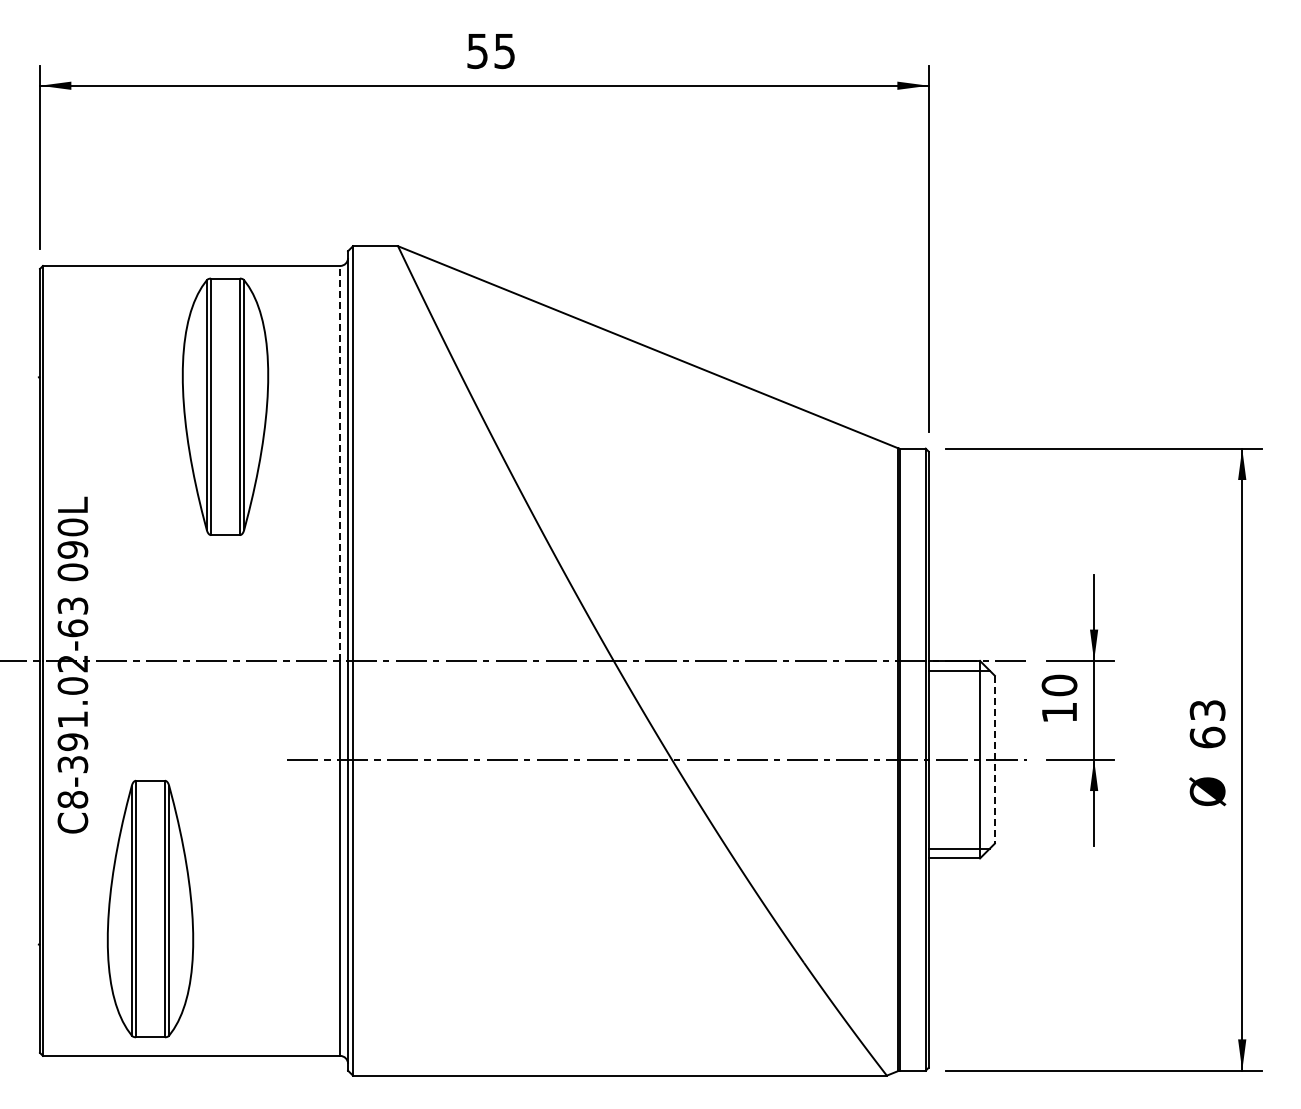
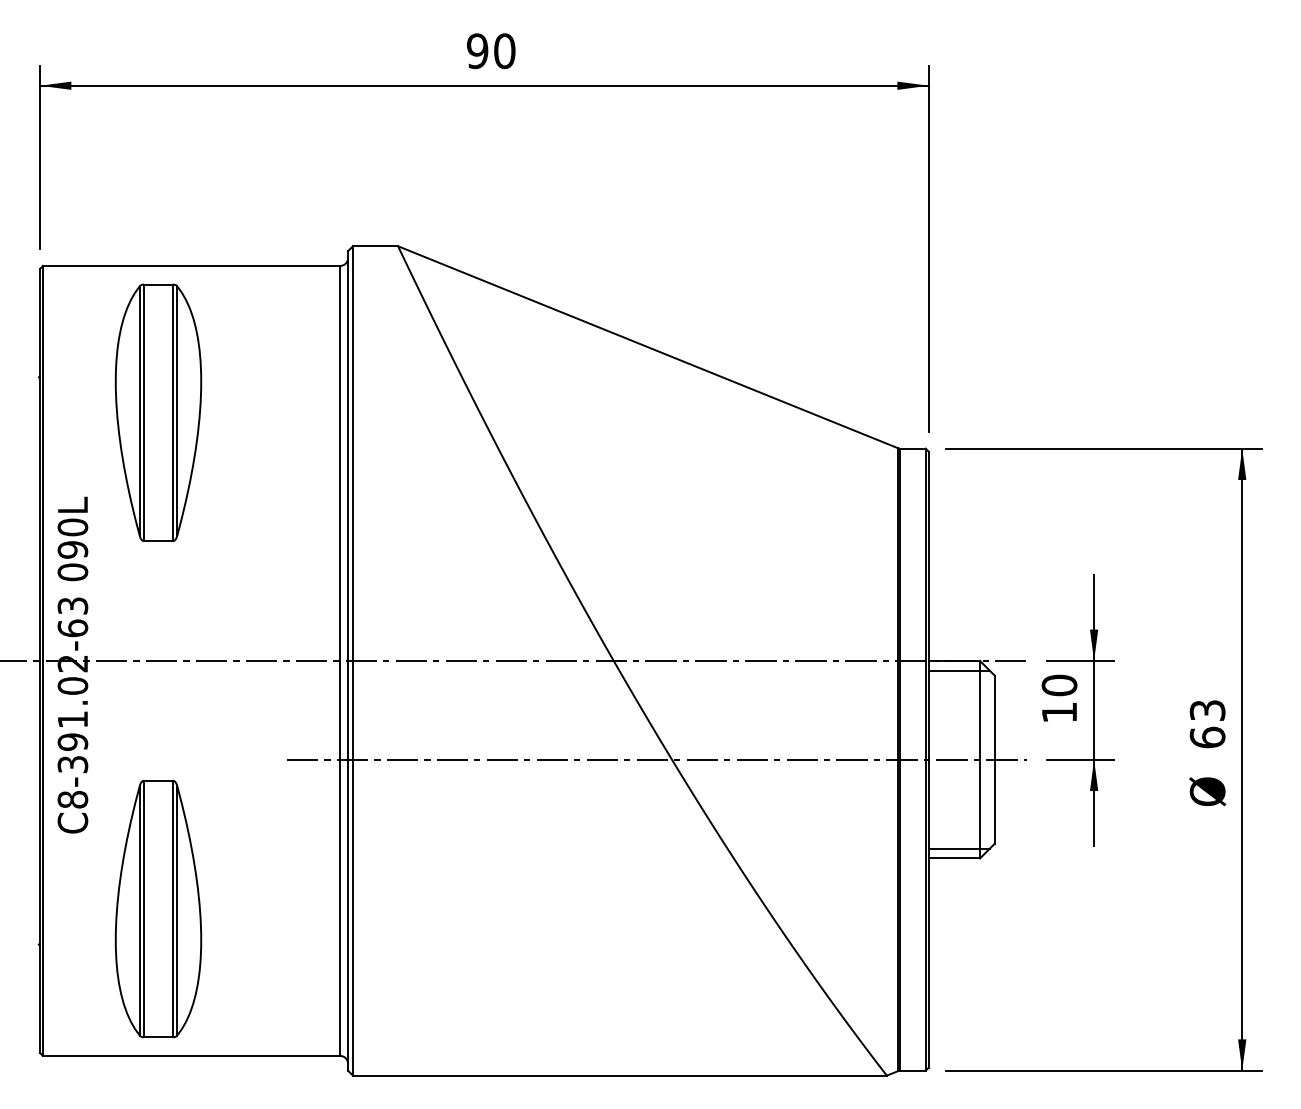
text at (490, 51): 55 -> 90
part at (225, 406) position: (225, 406) -> (158, 412)
line at (340, 462): dashed -> solid
line at (994, 759): dashed -> solid
part at (150, 908) position: (150, 908) -> (158, 908)
